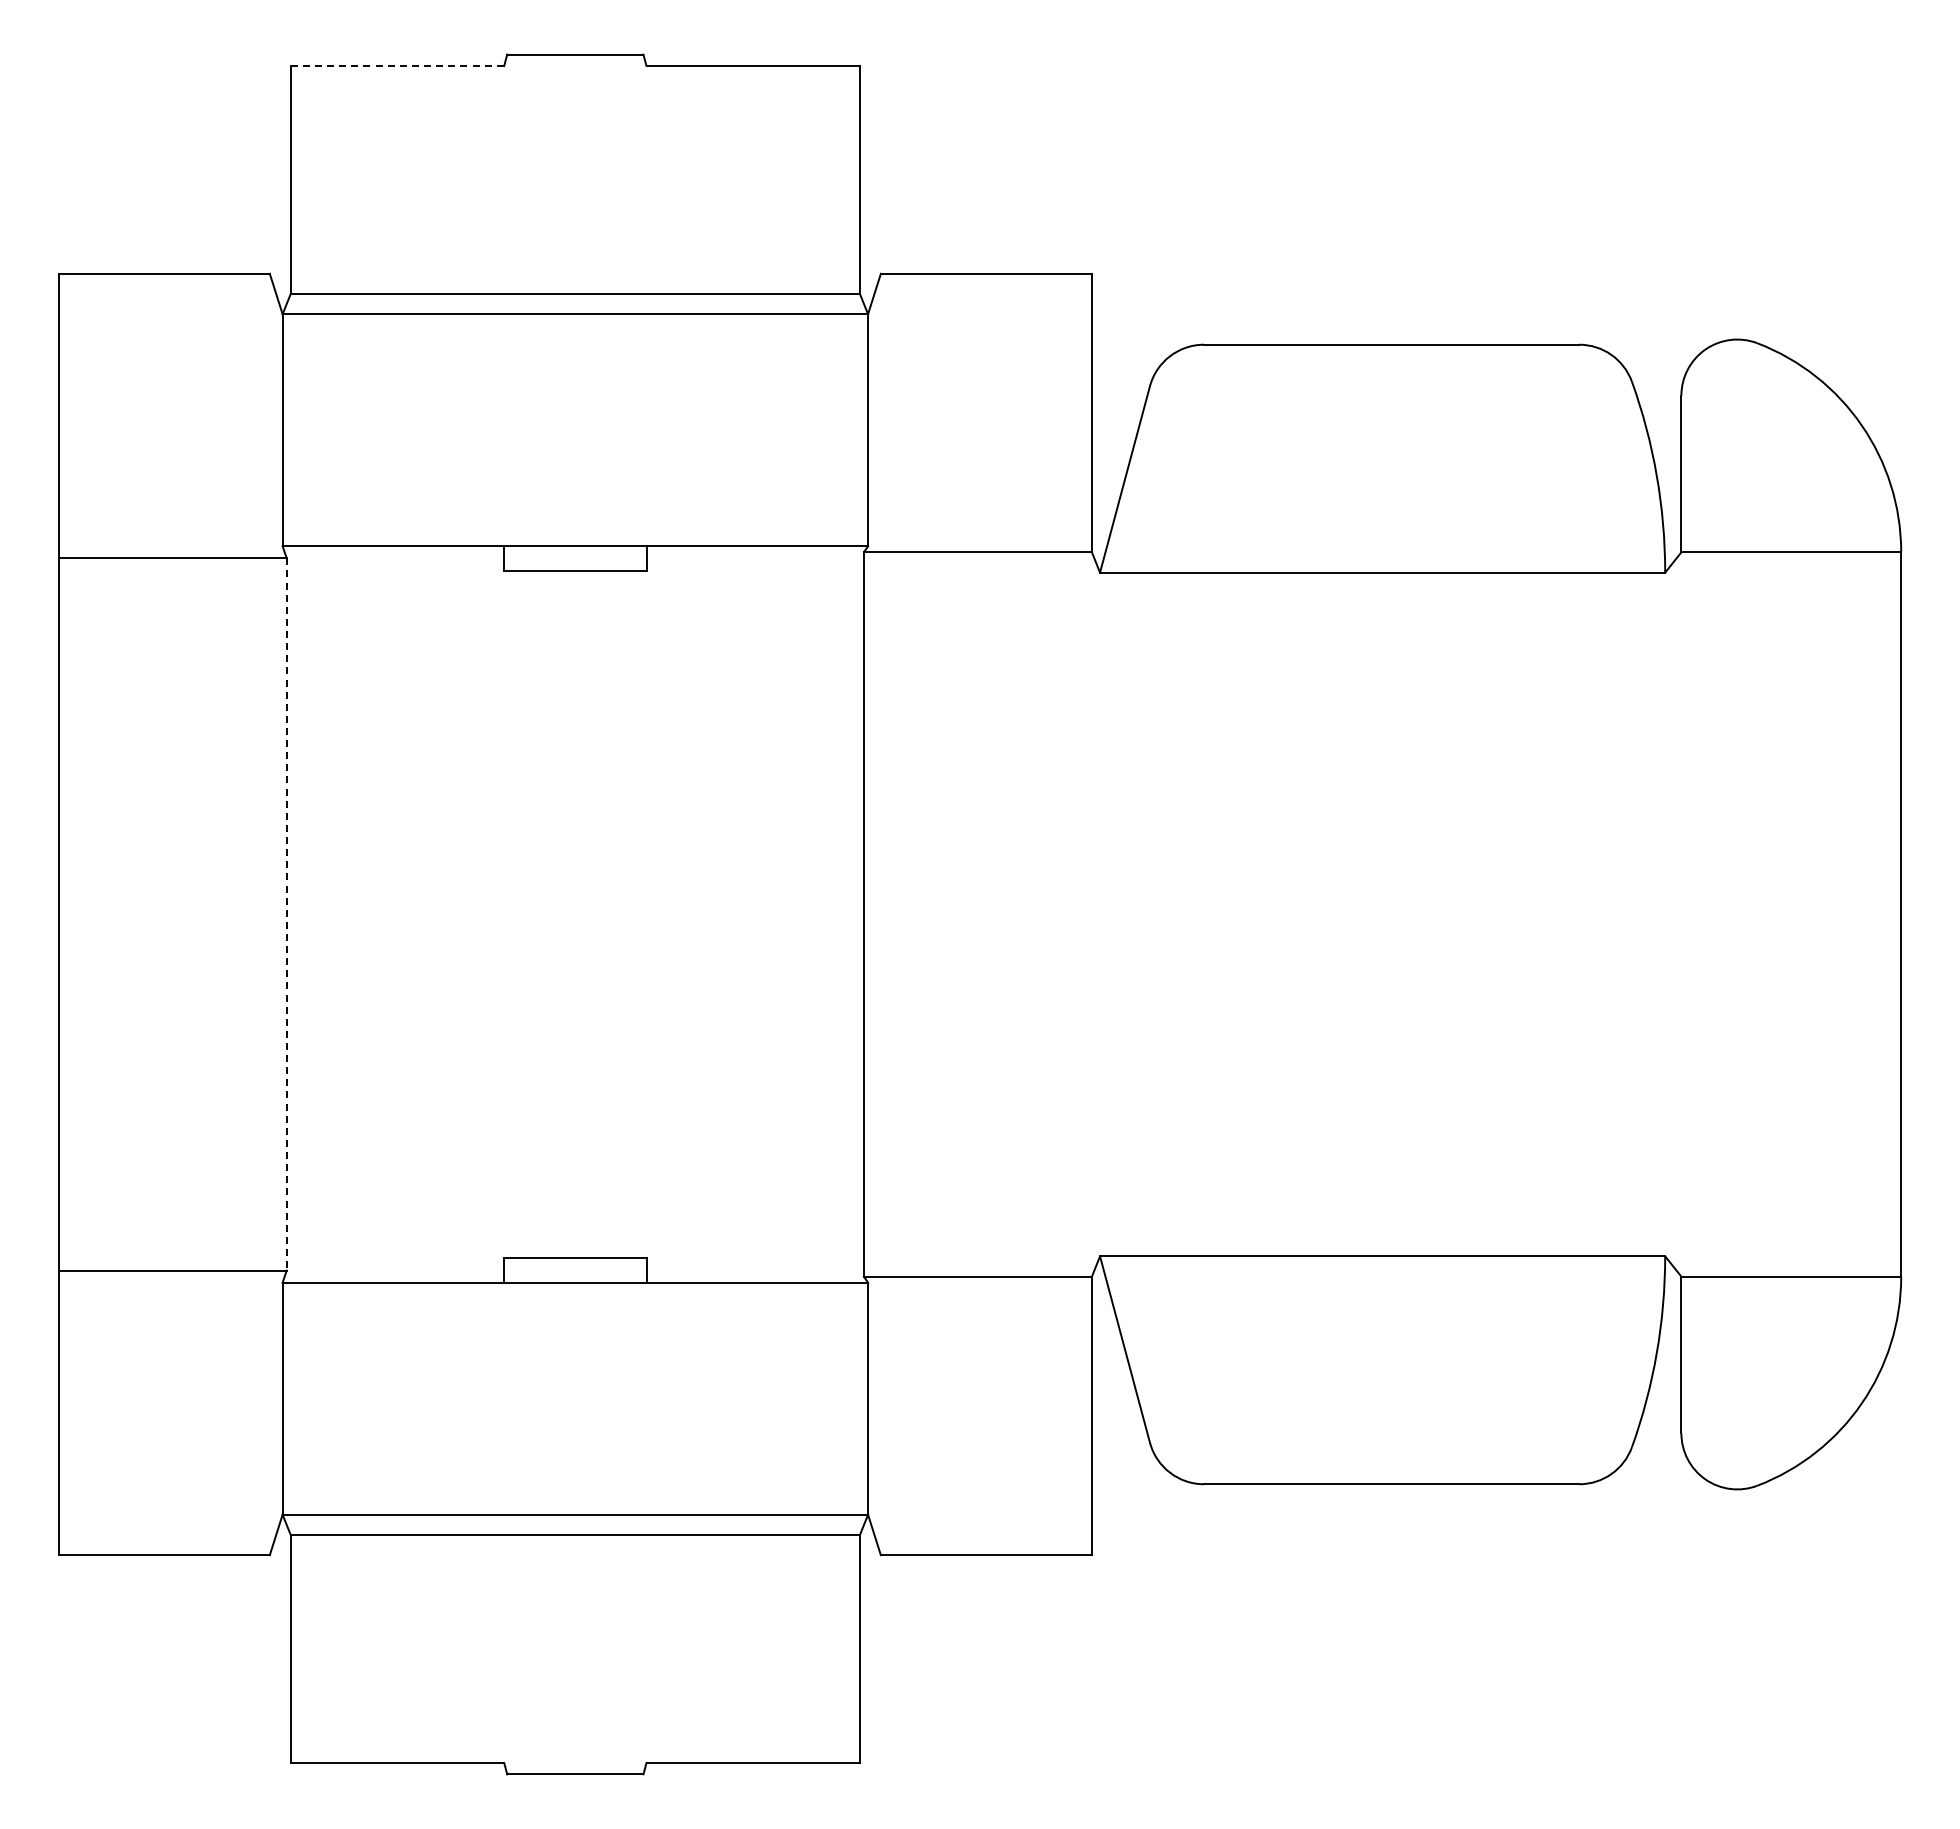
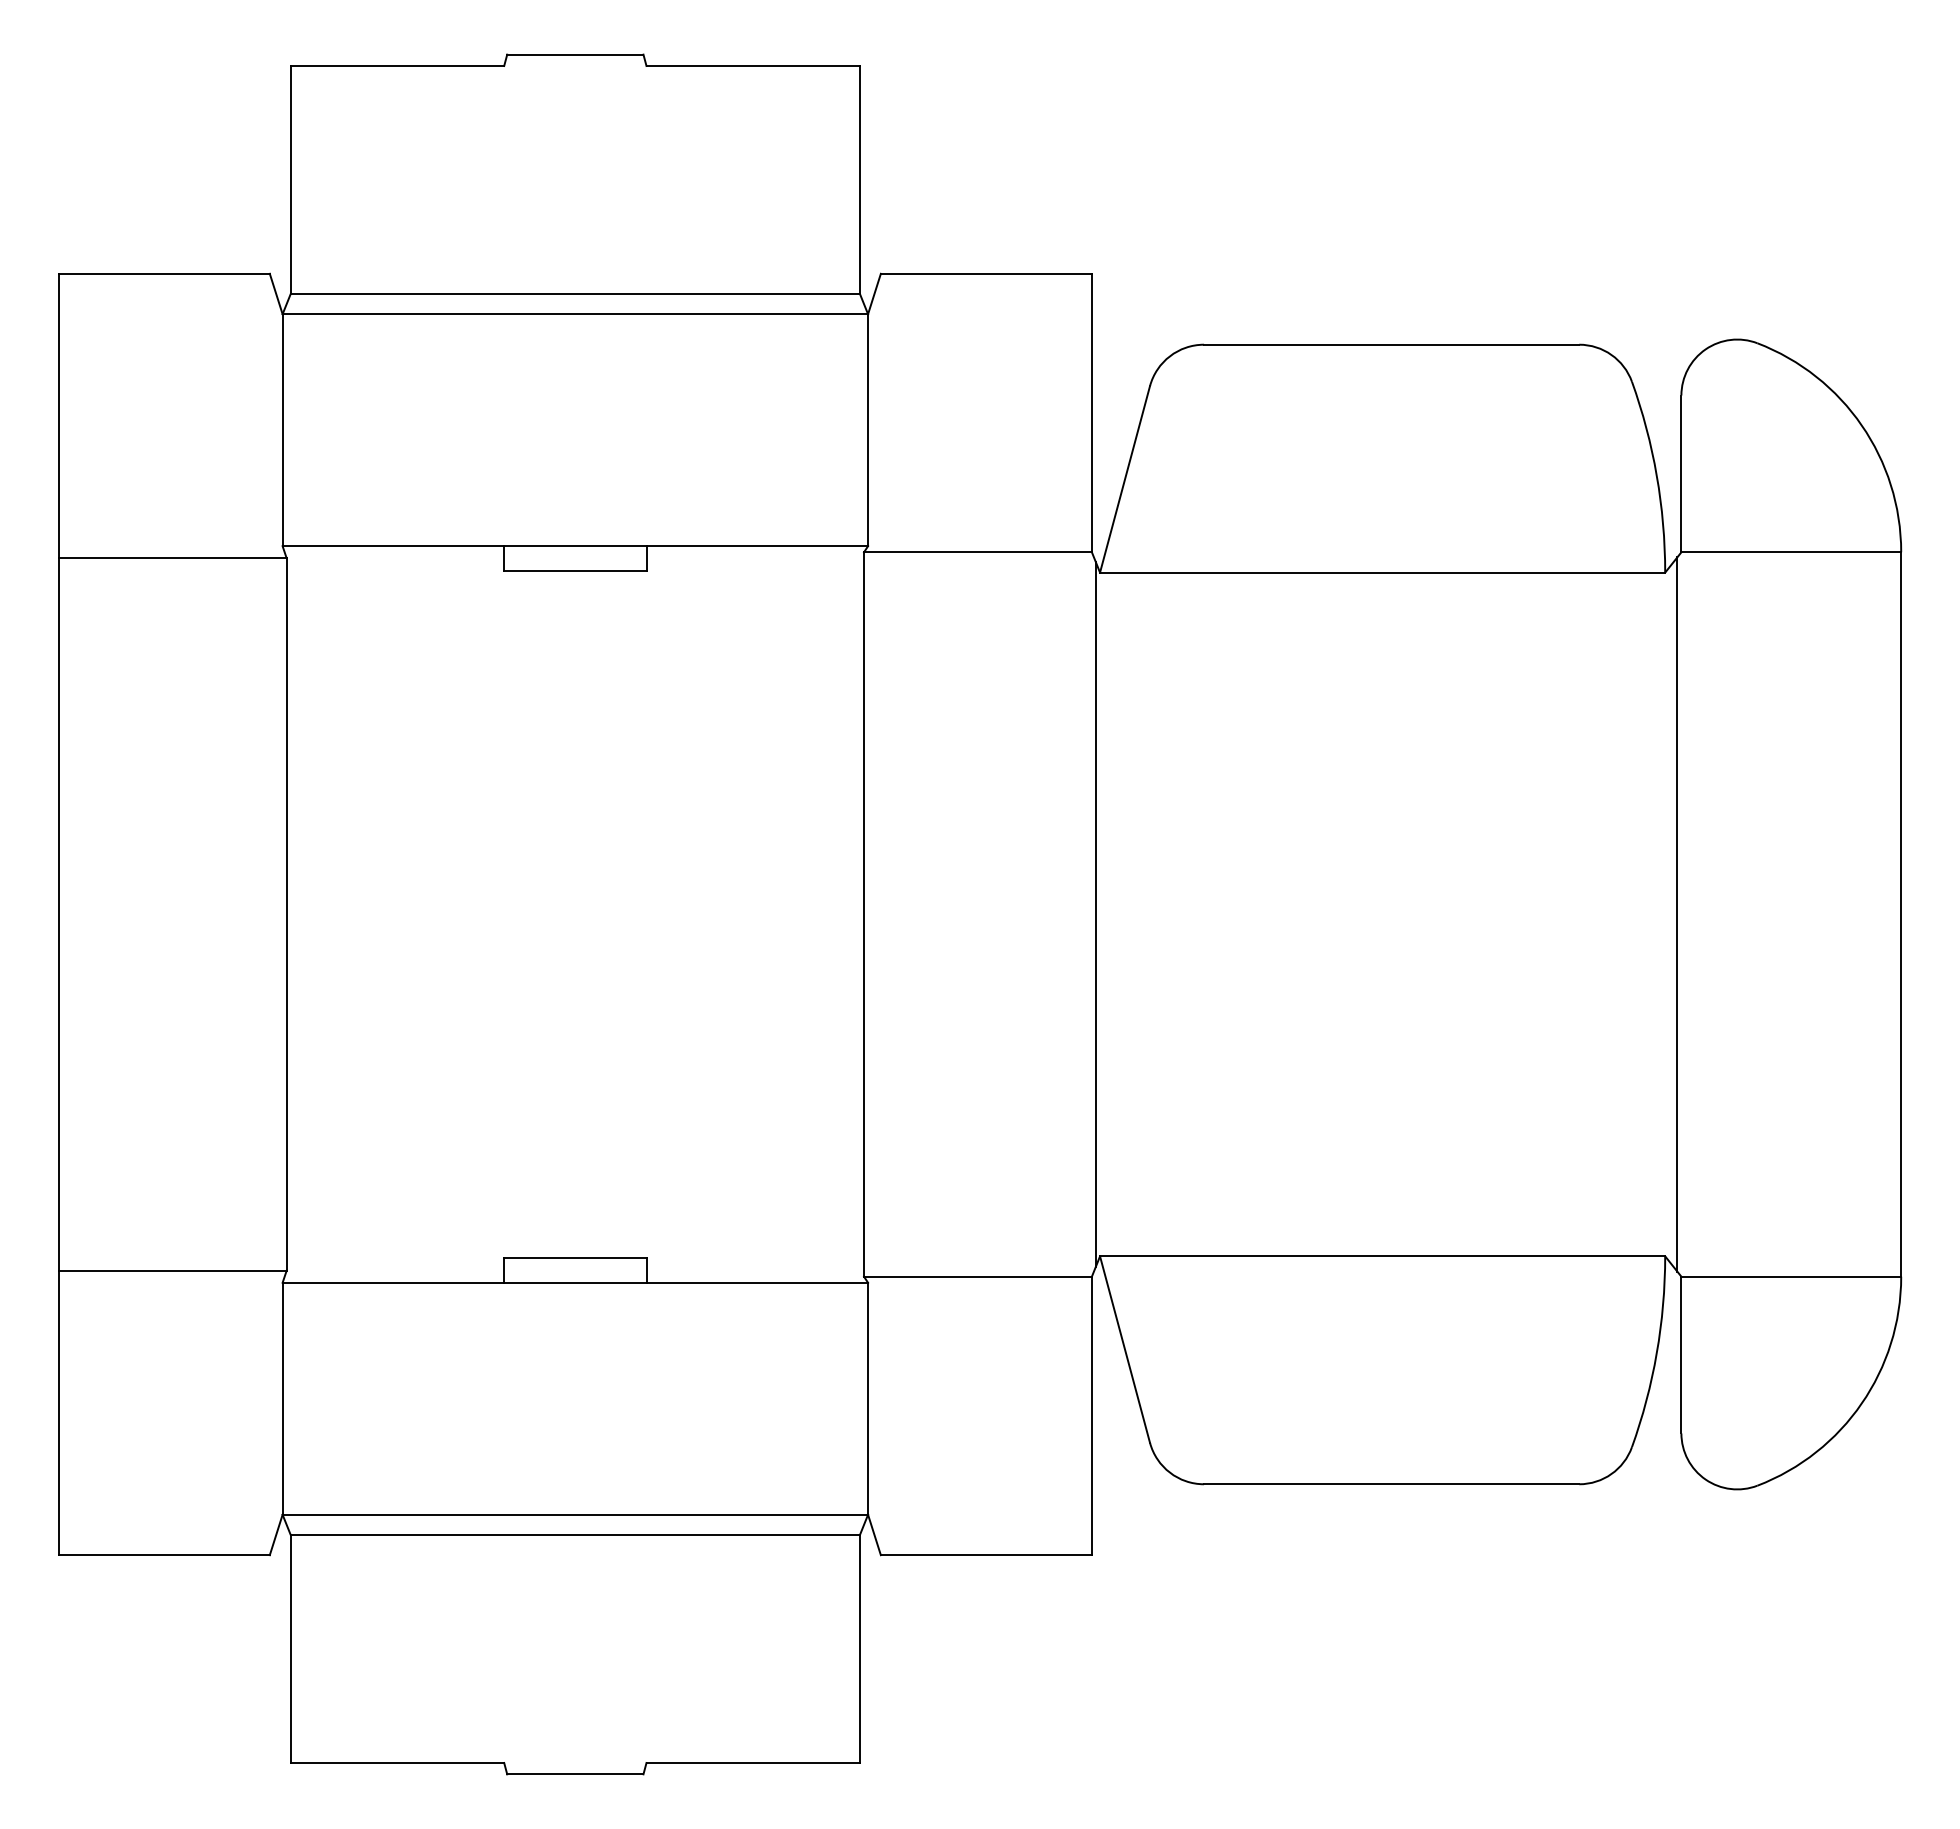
line at (397, 66): dashed -> solid
line at (286, 914): dashed -> solid
line at (1096, 914): none -> present
line at (1677, 914): none -> present
